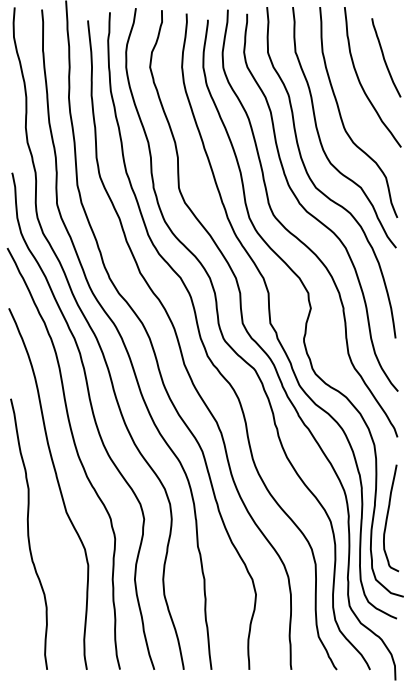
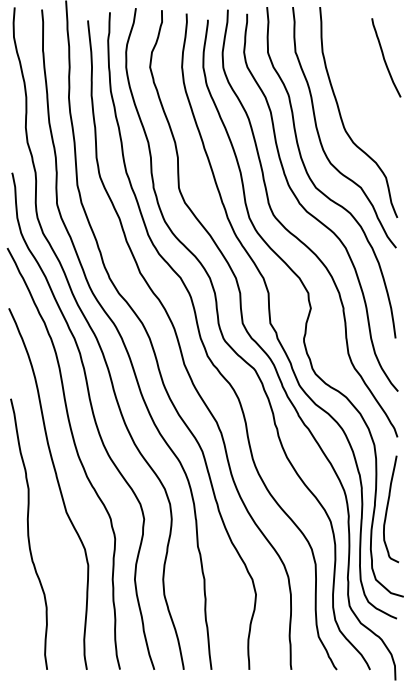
curve at (361, 83): present -> none
curve at (388, 516) position: (388, 516) -> (388, 507)
